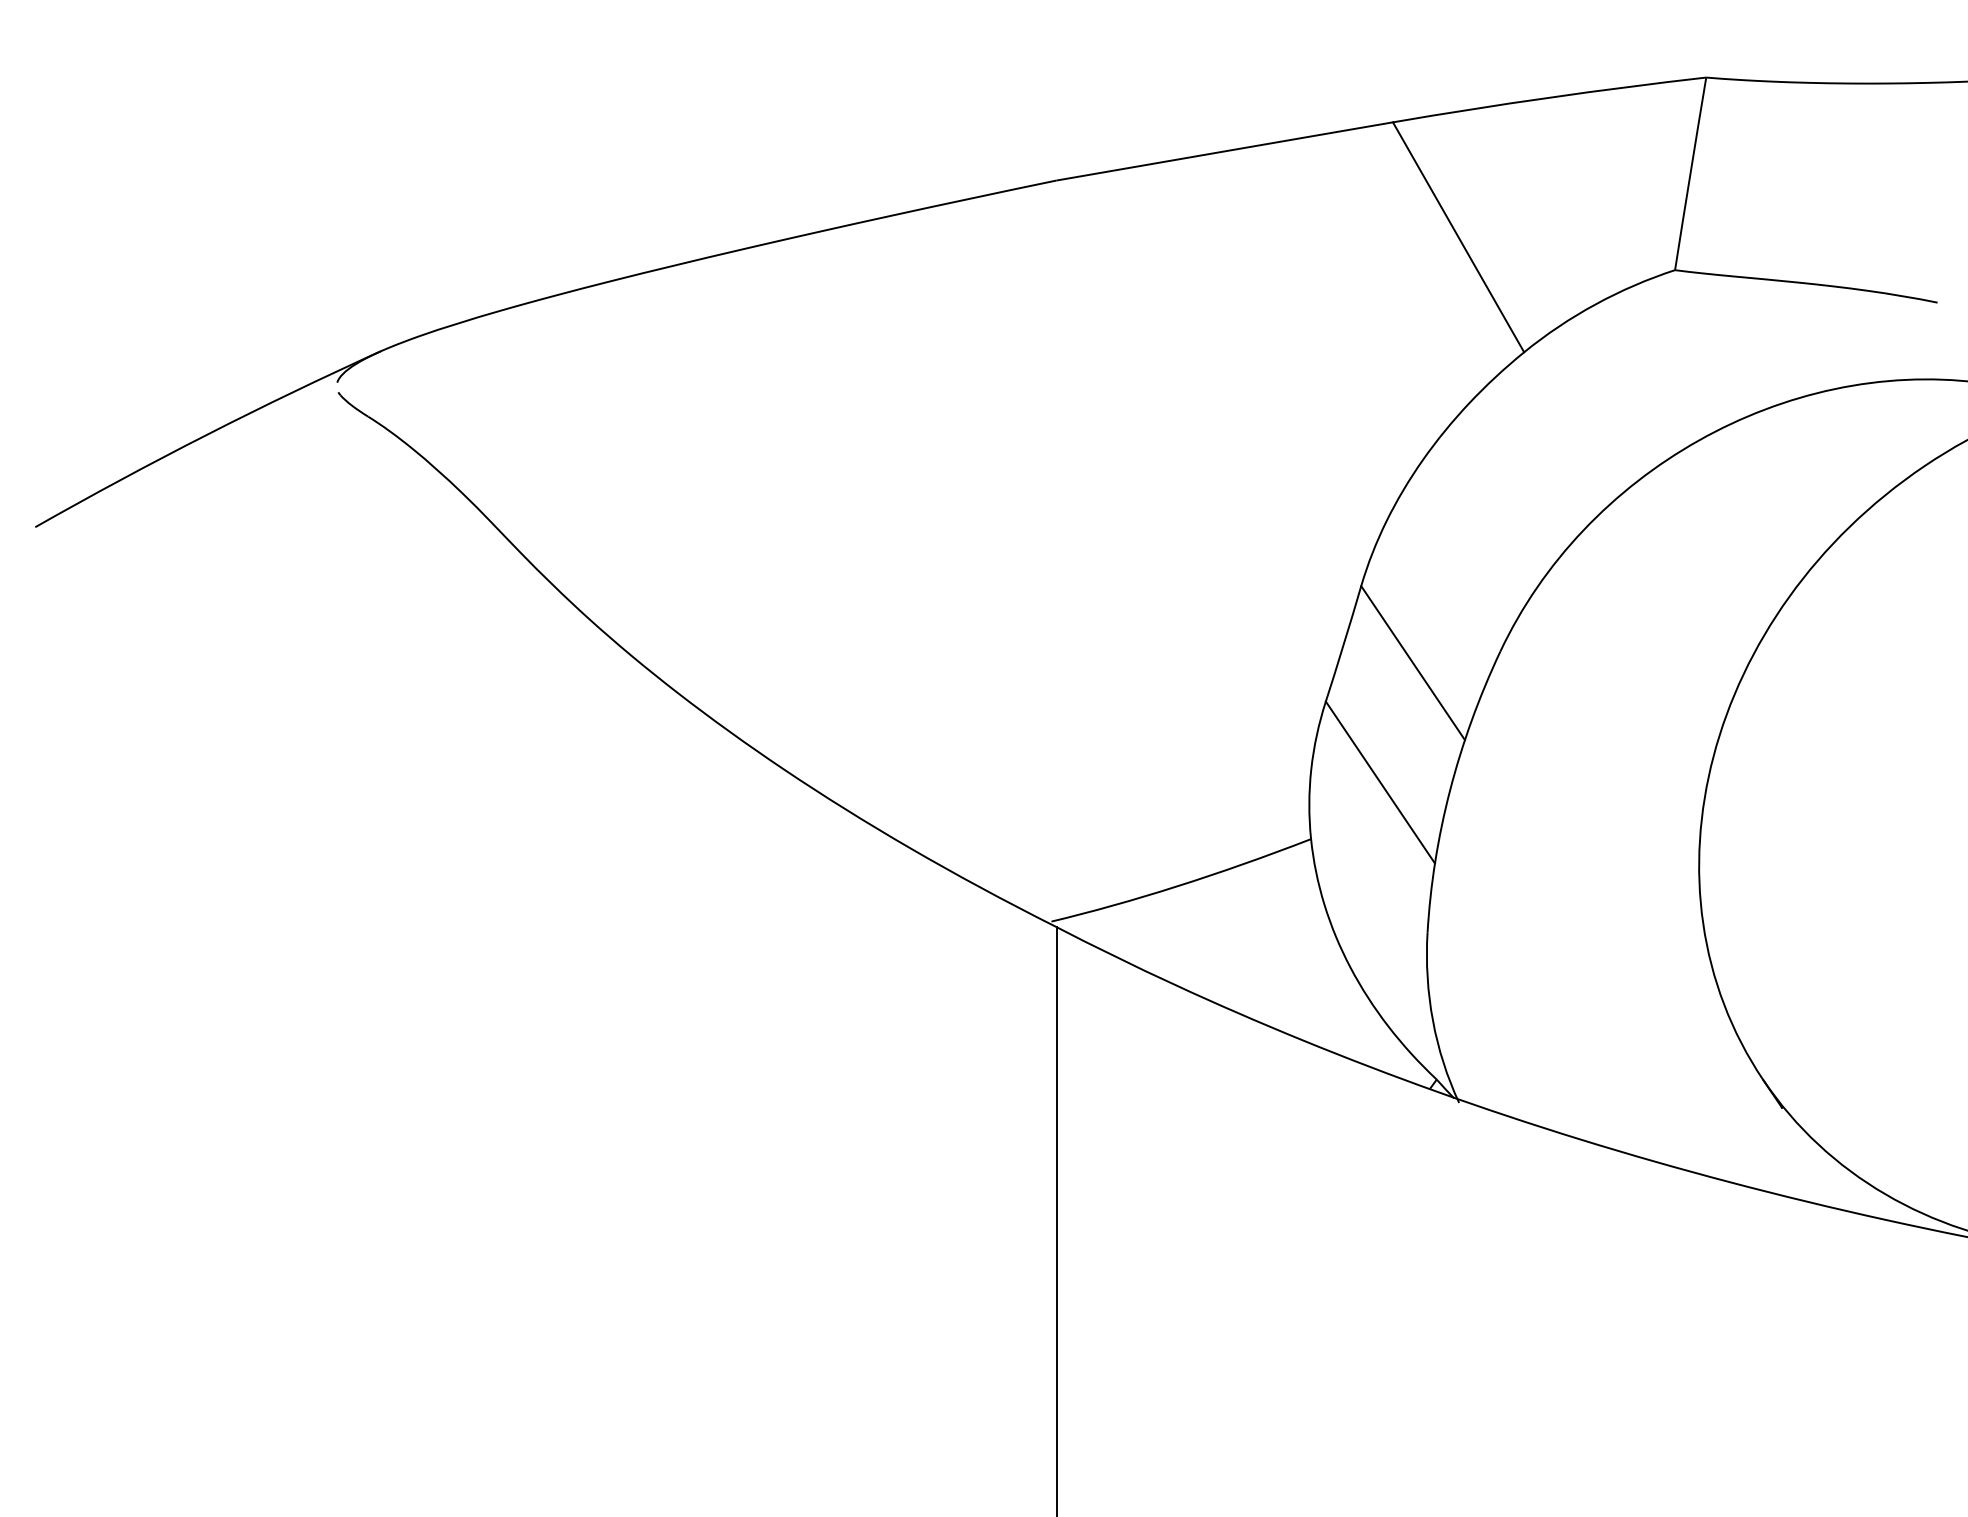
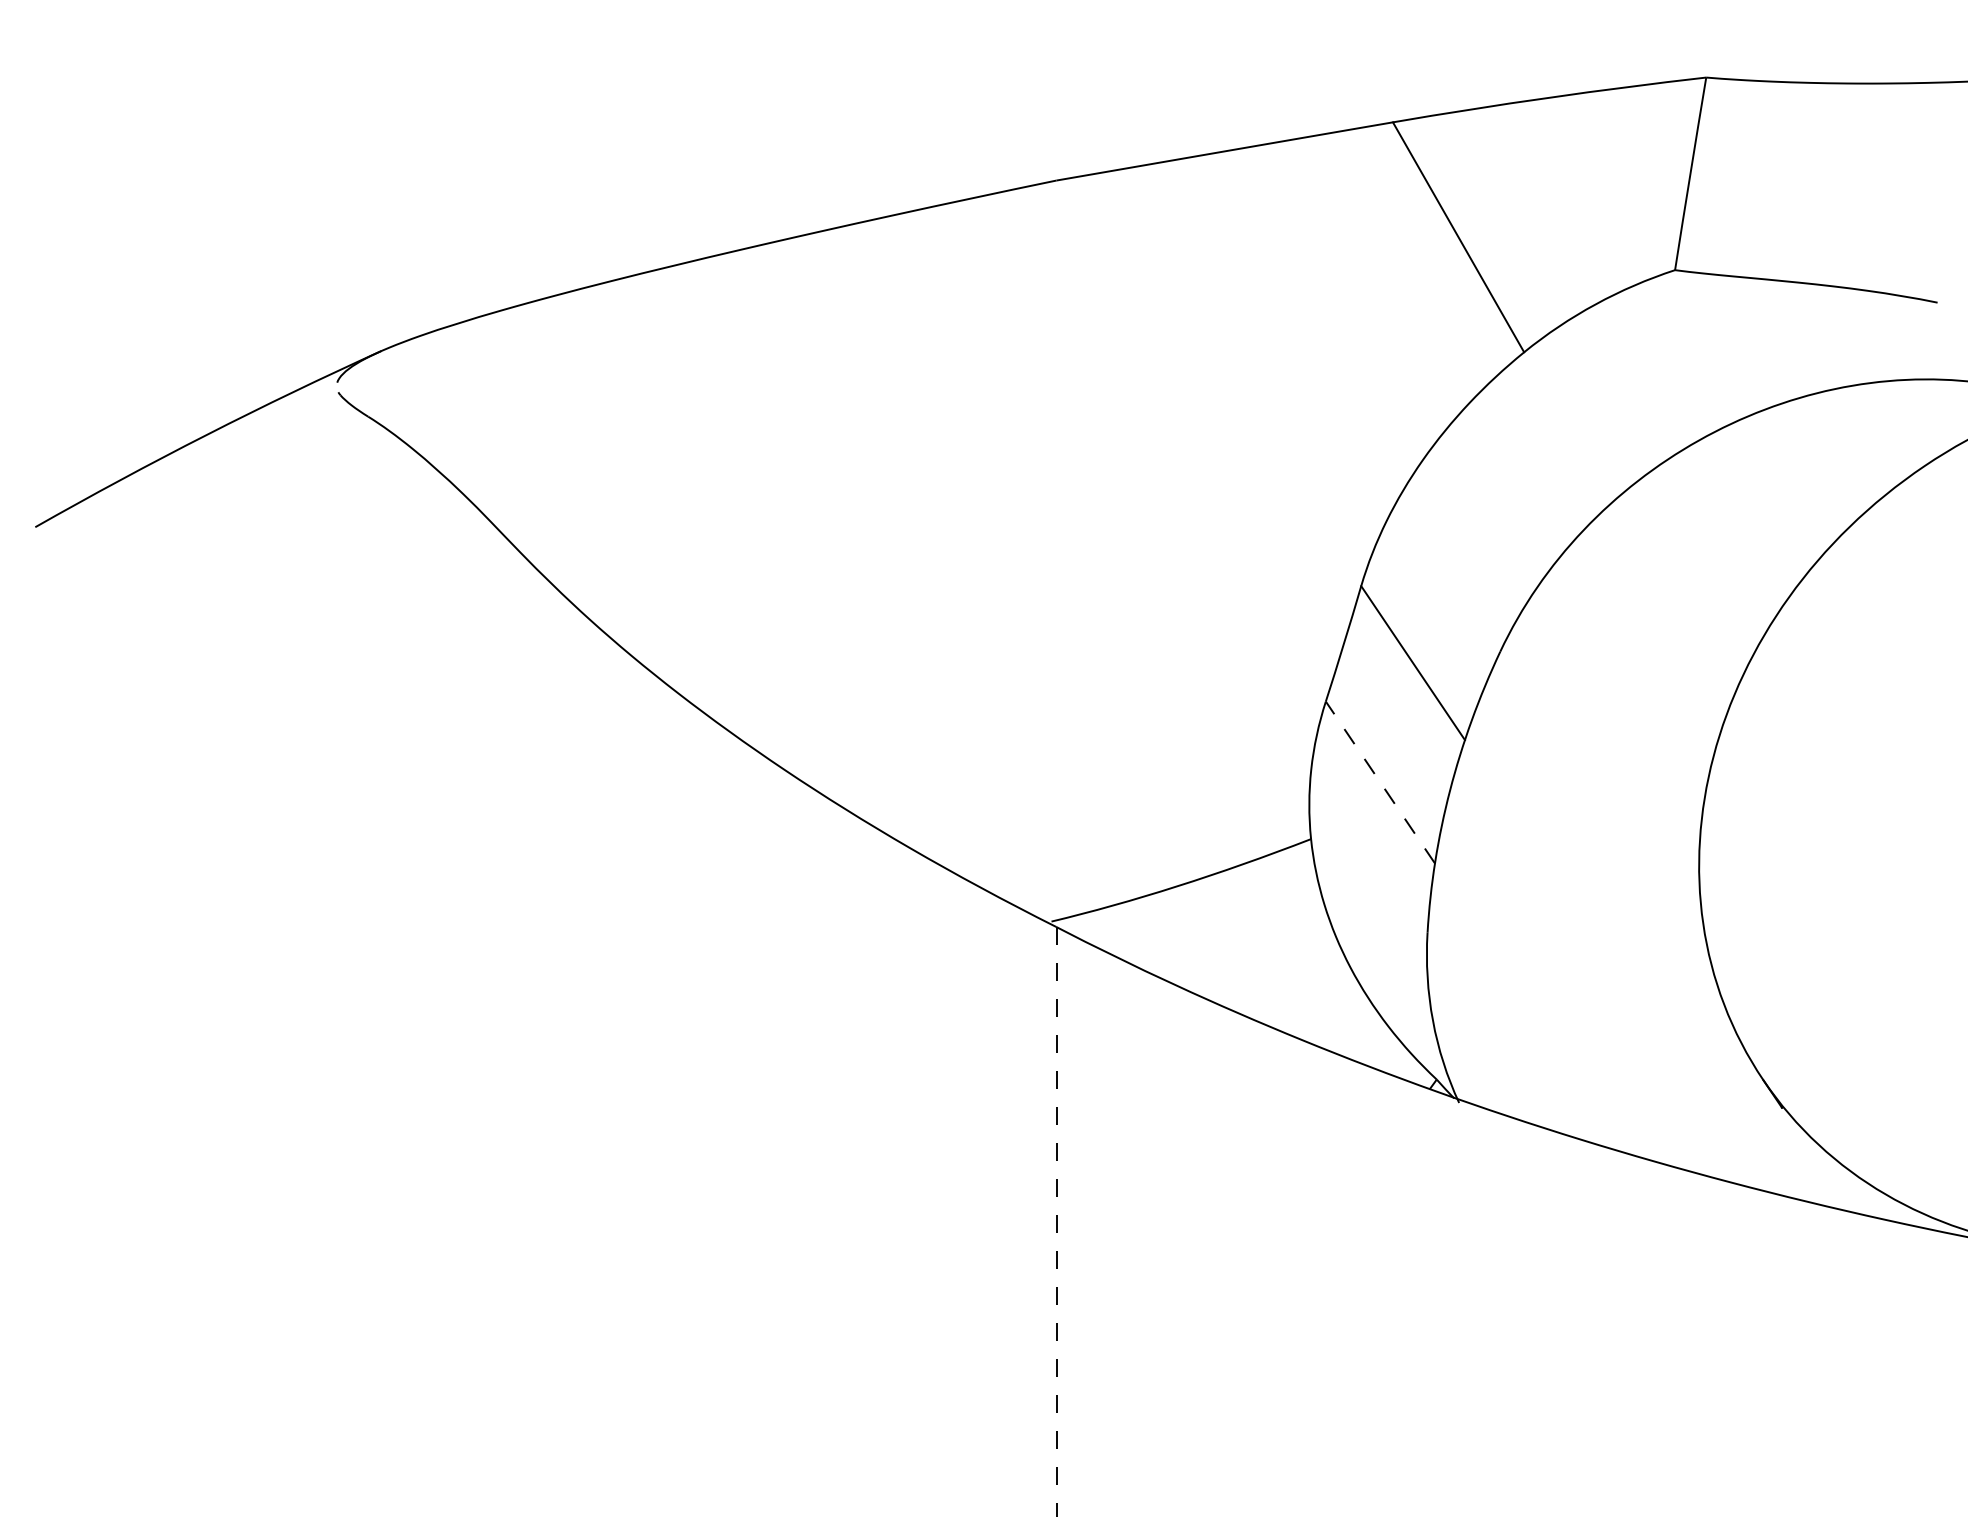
line at (1380, 782): solid -> dashed
line at (1056, 1222): solid -> dashed
